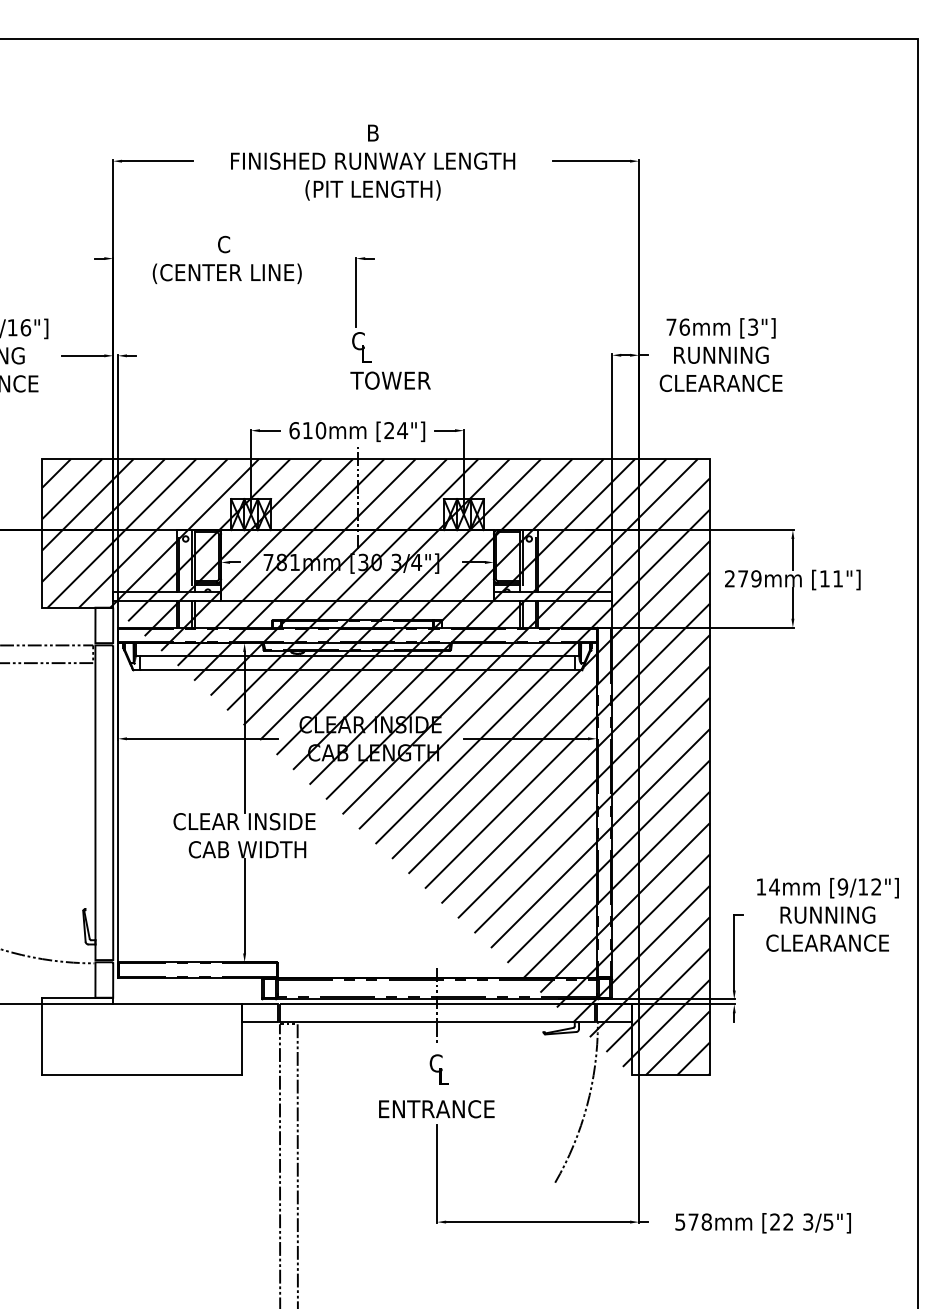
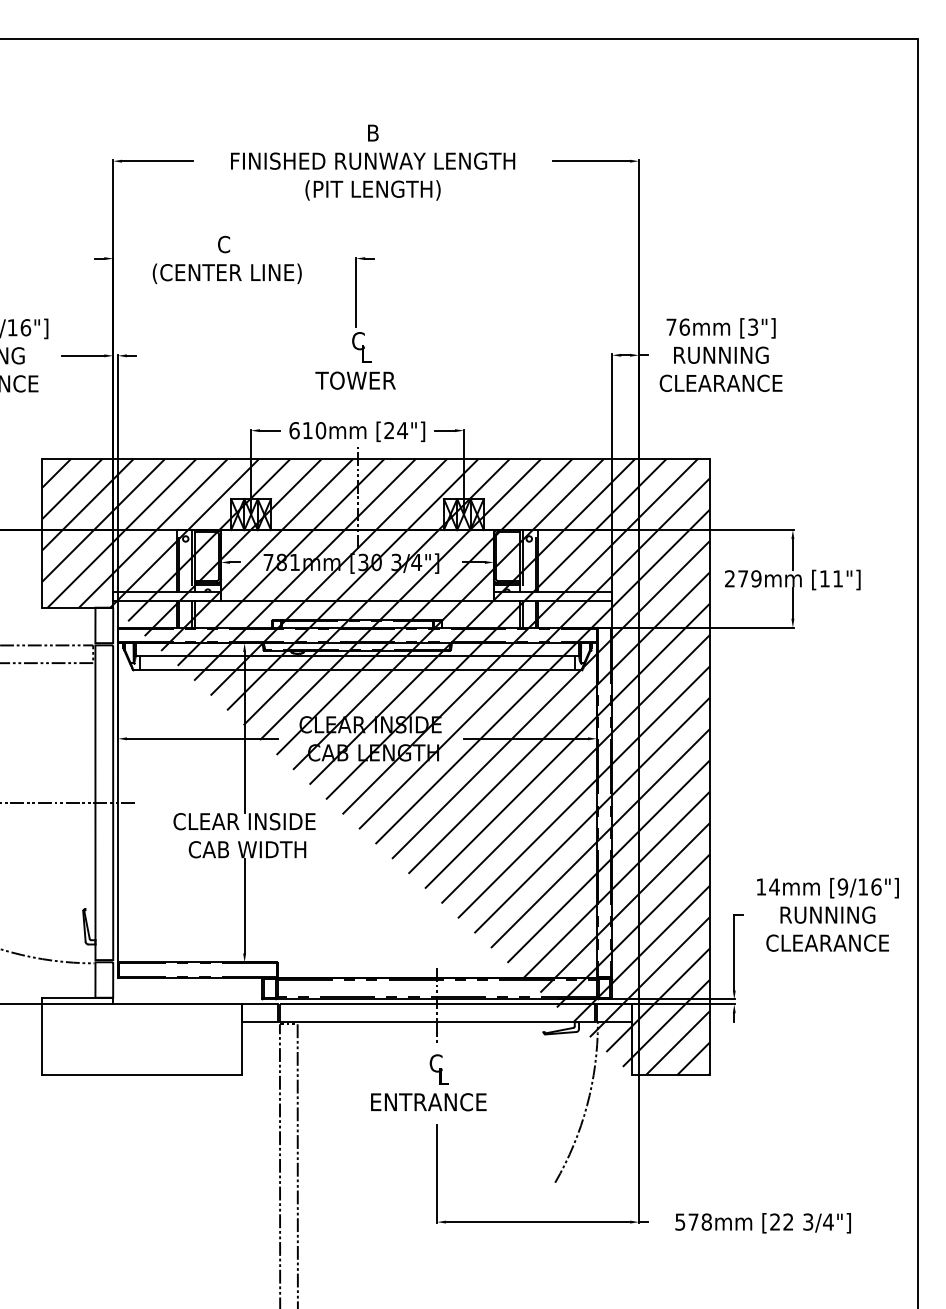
text at (390, 380) position: (390, 380) -> (355, 380)
line at (68, 802): none -> present
text at (876, 886): [9/12"] -> [9/16"]
text at (436, 1109) position: (436, 1109) -> (428, 1102)
text at (828, 1221): 3/5"] -> 3/4"]
